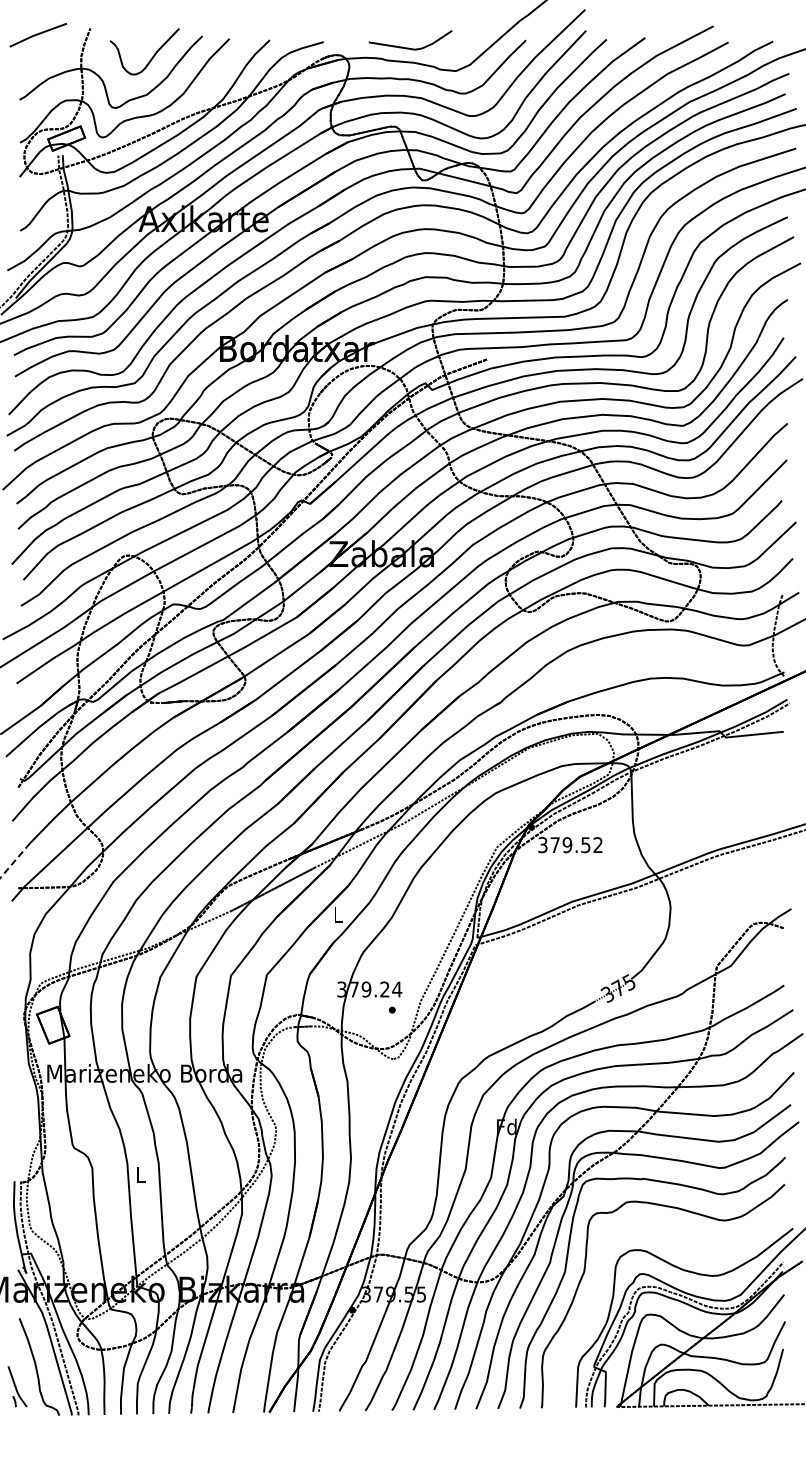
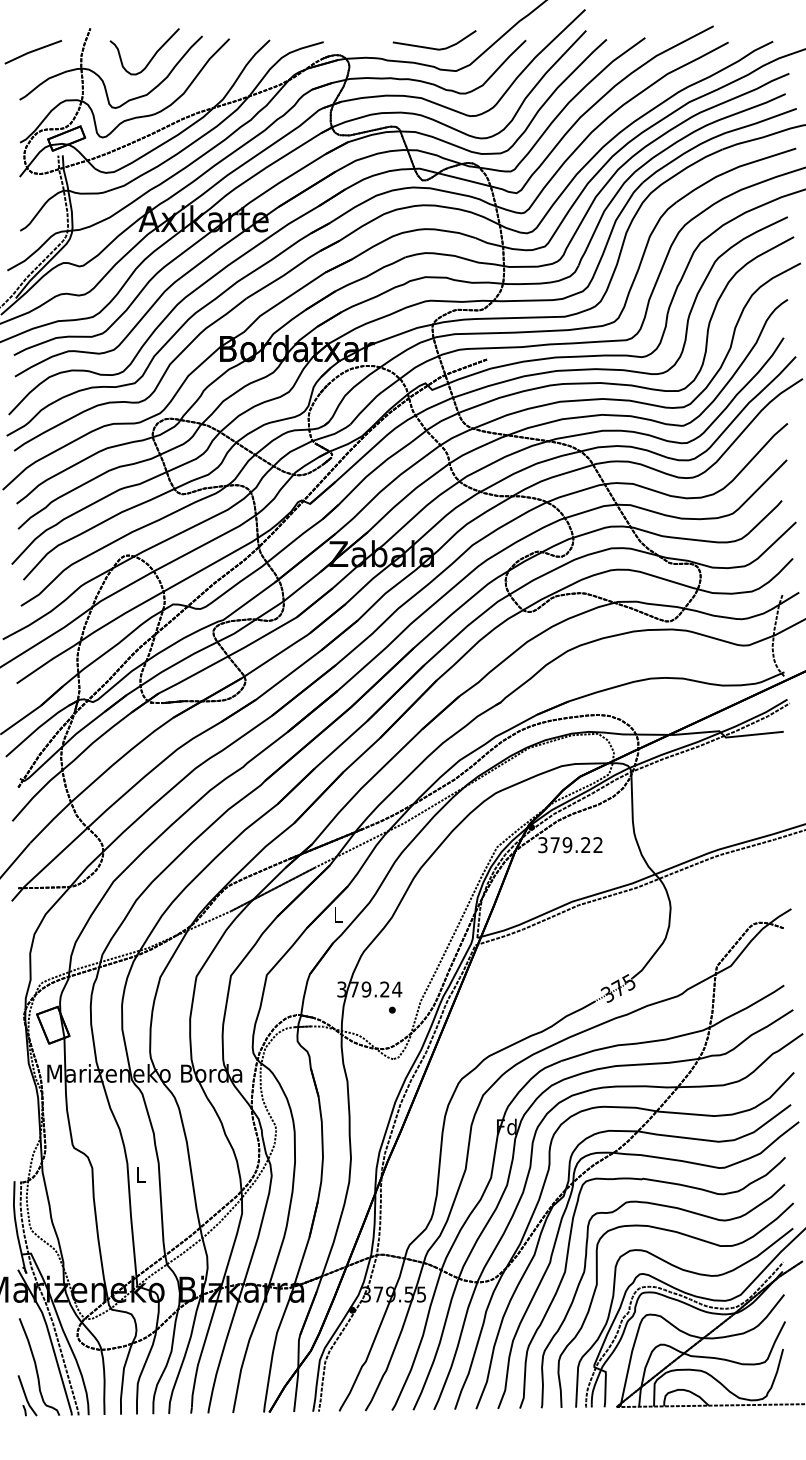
line at (37, 35) position: (37, 35) -> (32, 52)
line at (409, 47) position: (409, 47) -> (433, 47)
text at (585, 845): 379.52 -> 379.22
line at (15, 860): dashed -> solid
curve at (692, 1238): none -> present
part at (17, 1386) position: (17, 1386) -> (27, 1395)
